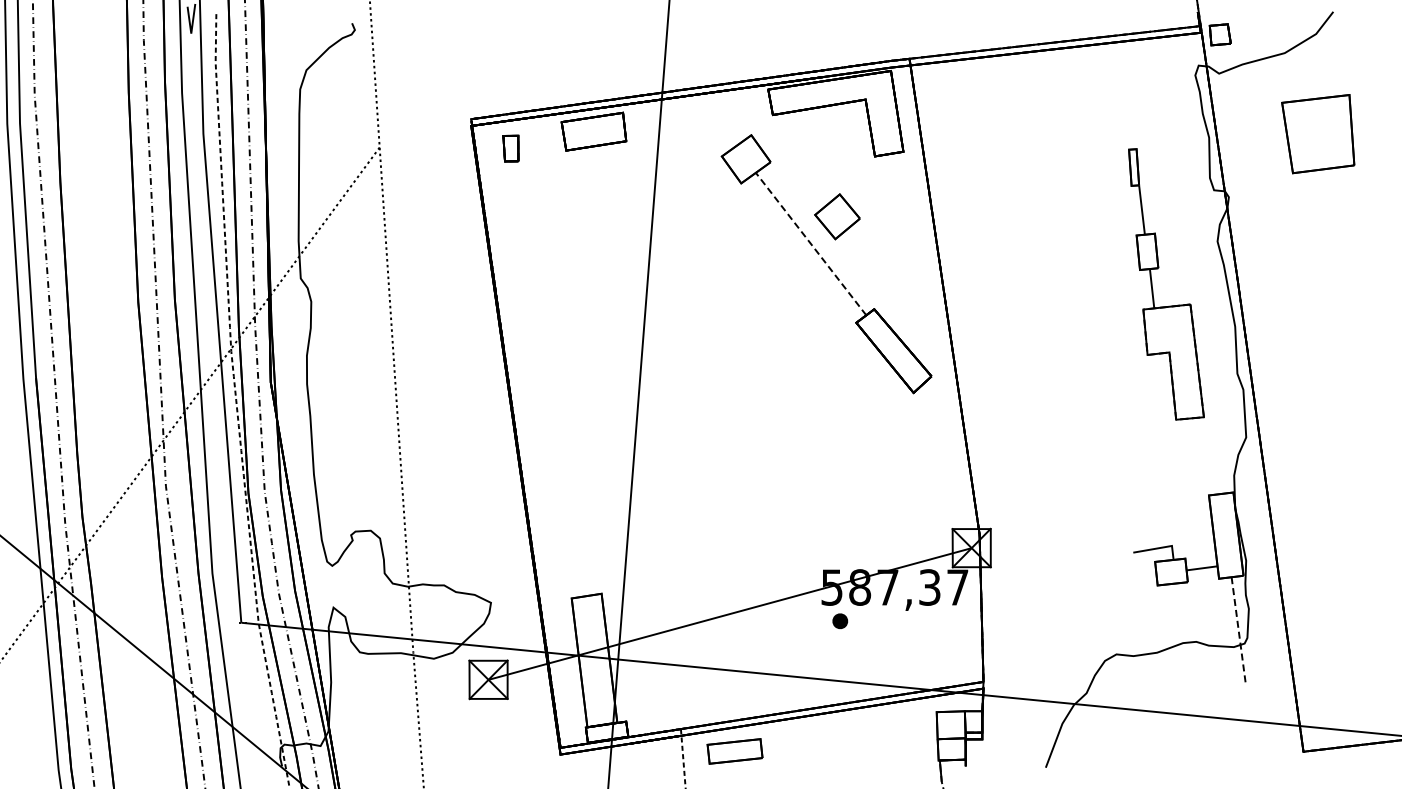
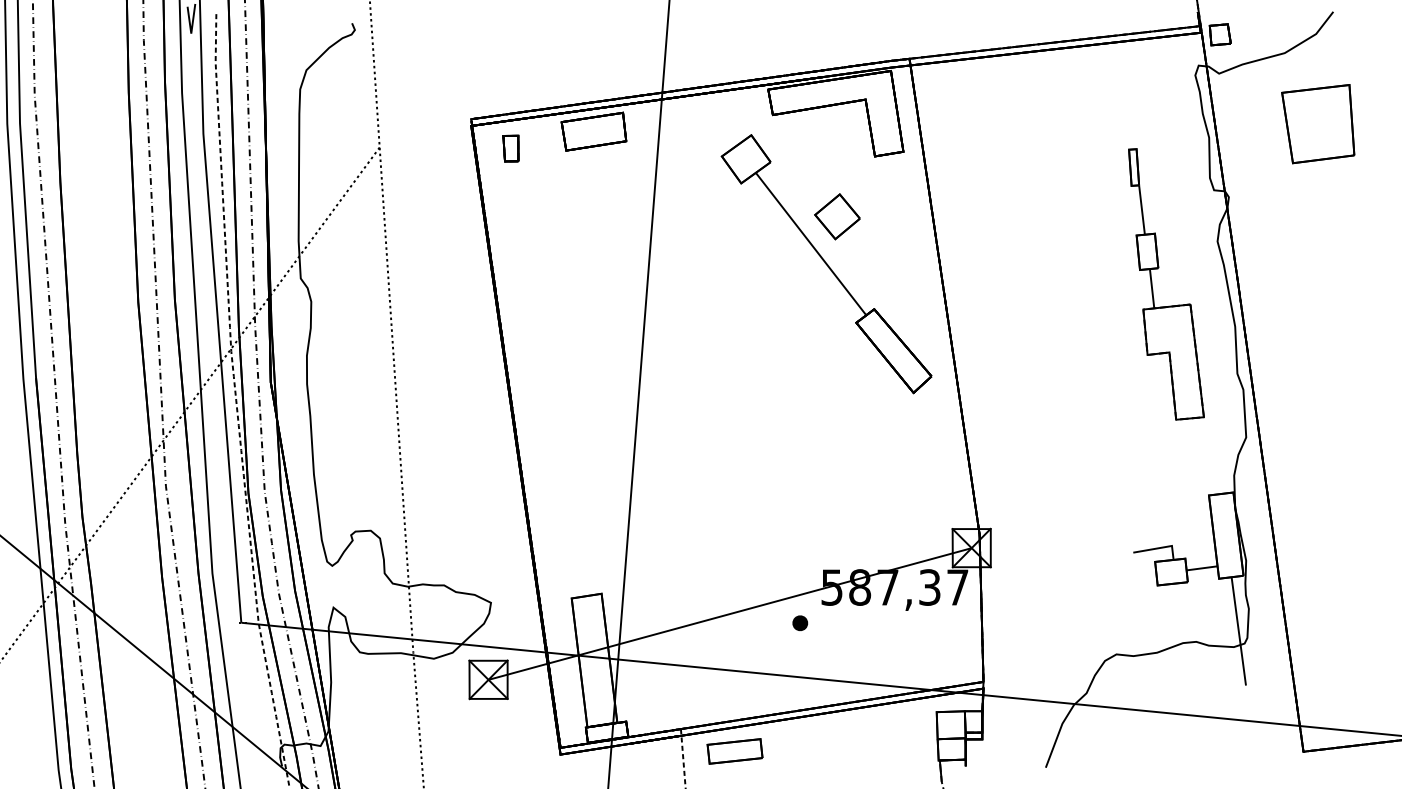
part at (1318, 134) position: (1318, 134) -> (1318, 124)
line at (810, 243): dashed -> solid
part at (840, 621) position: (840, 621) -> (800, 623)
line at (1238, 631): dashed -> solid
